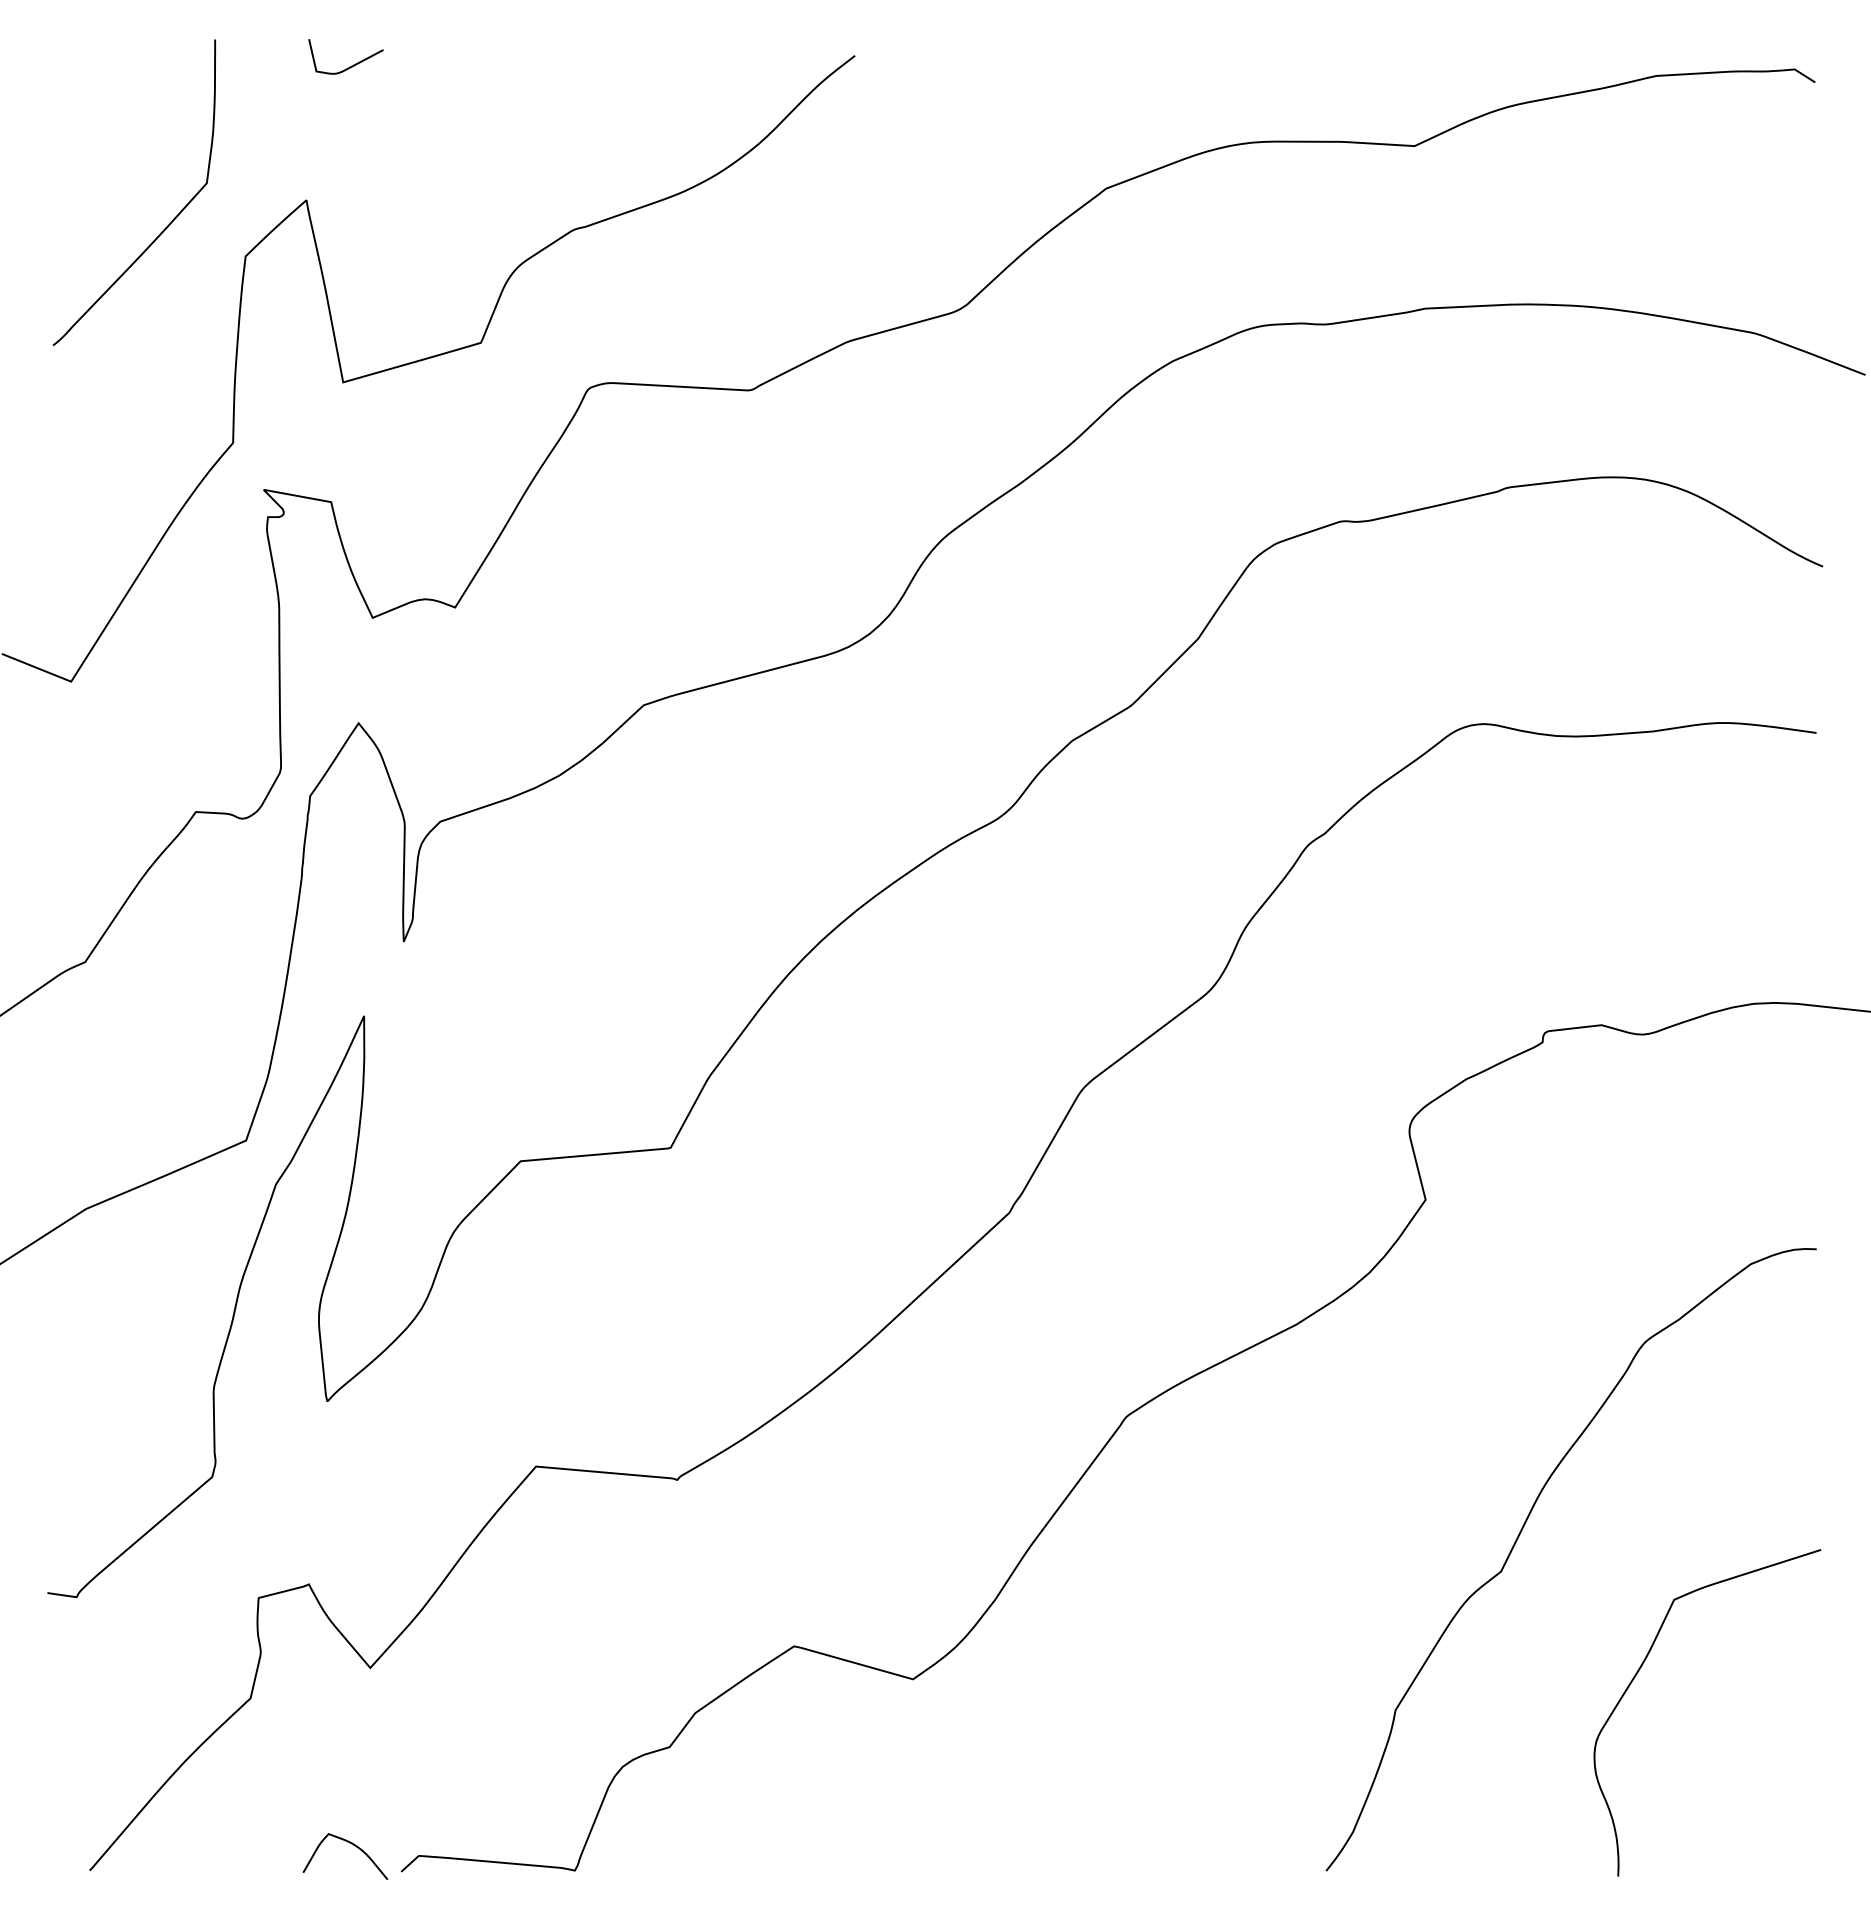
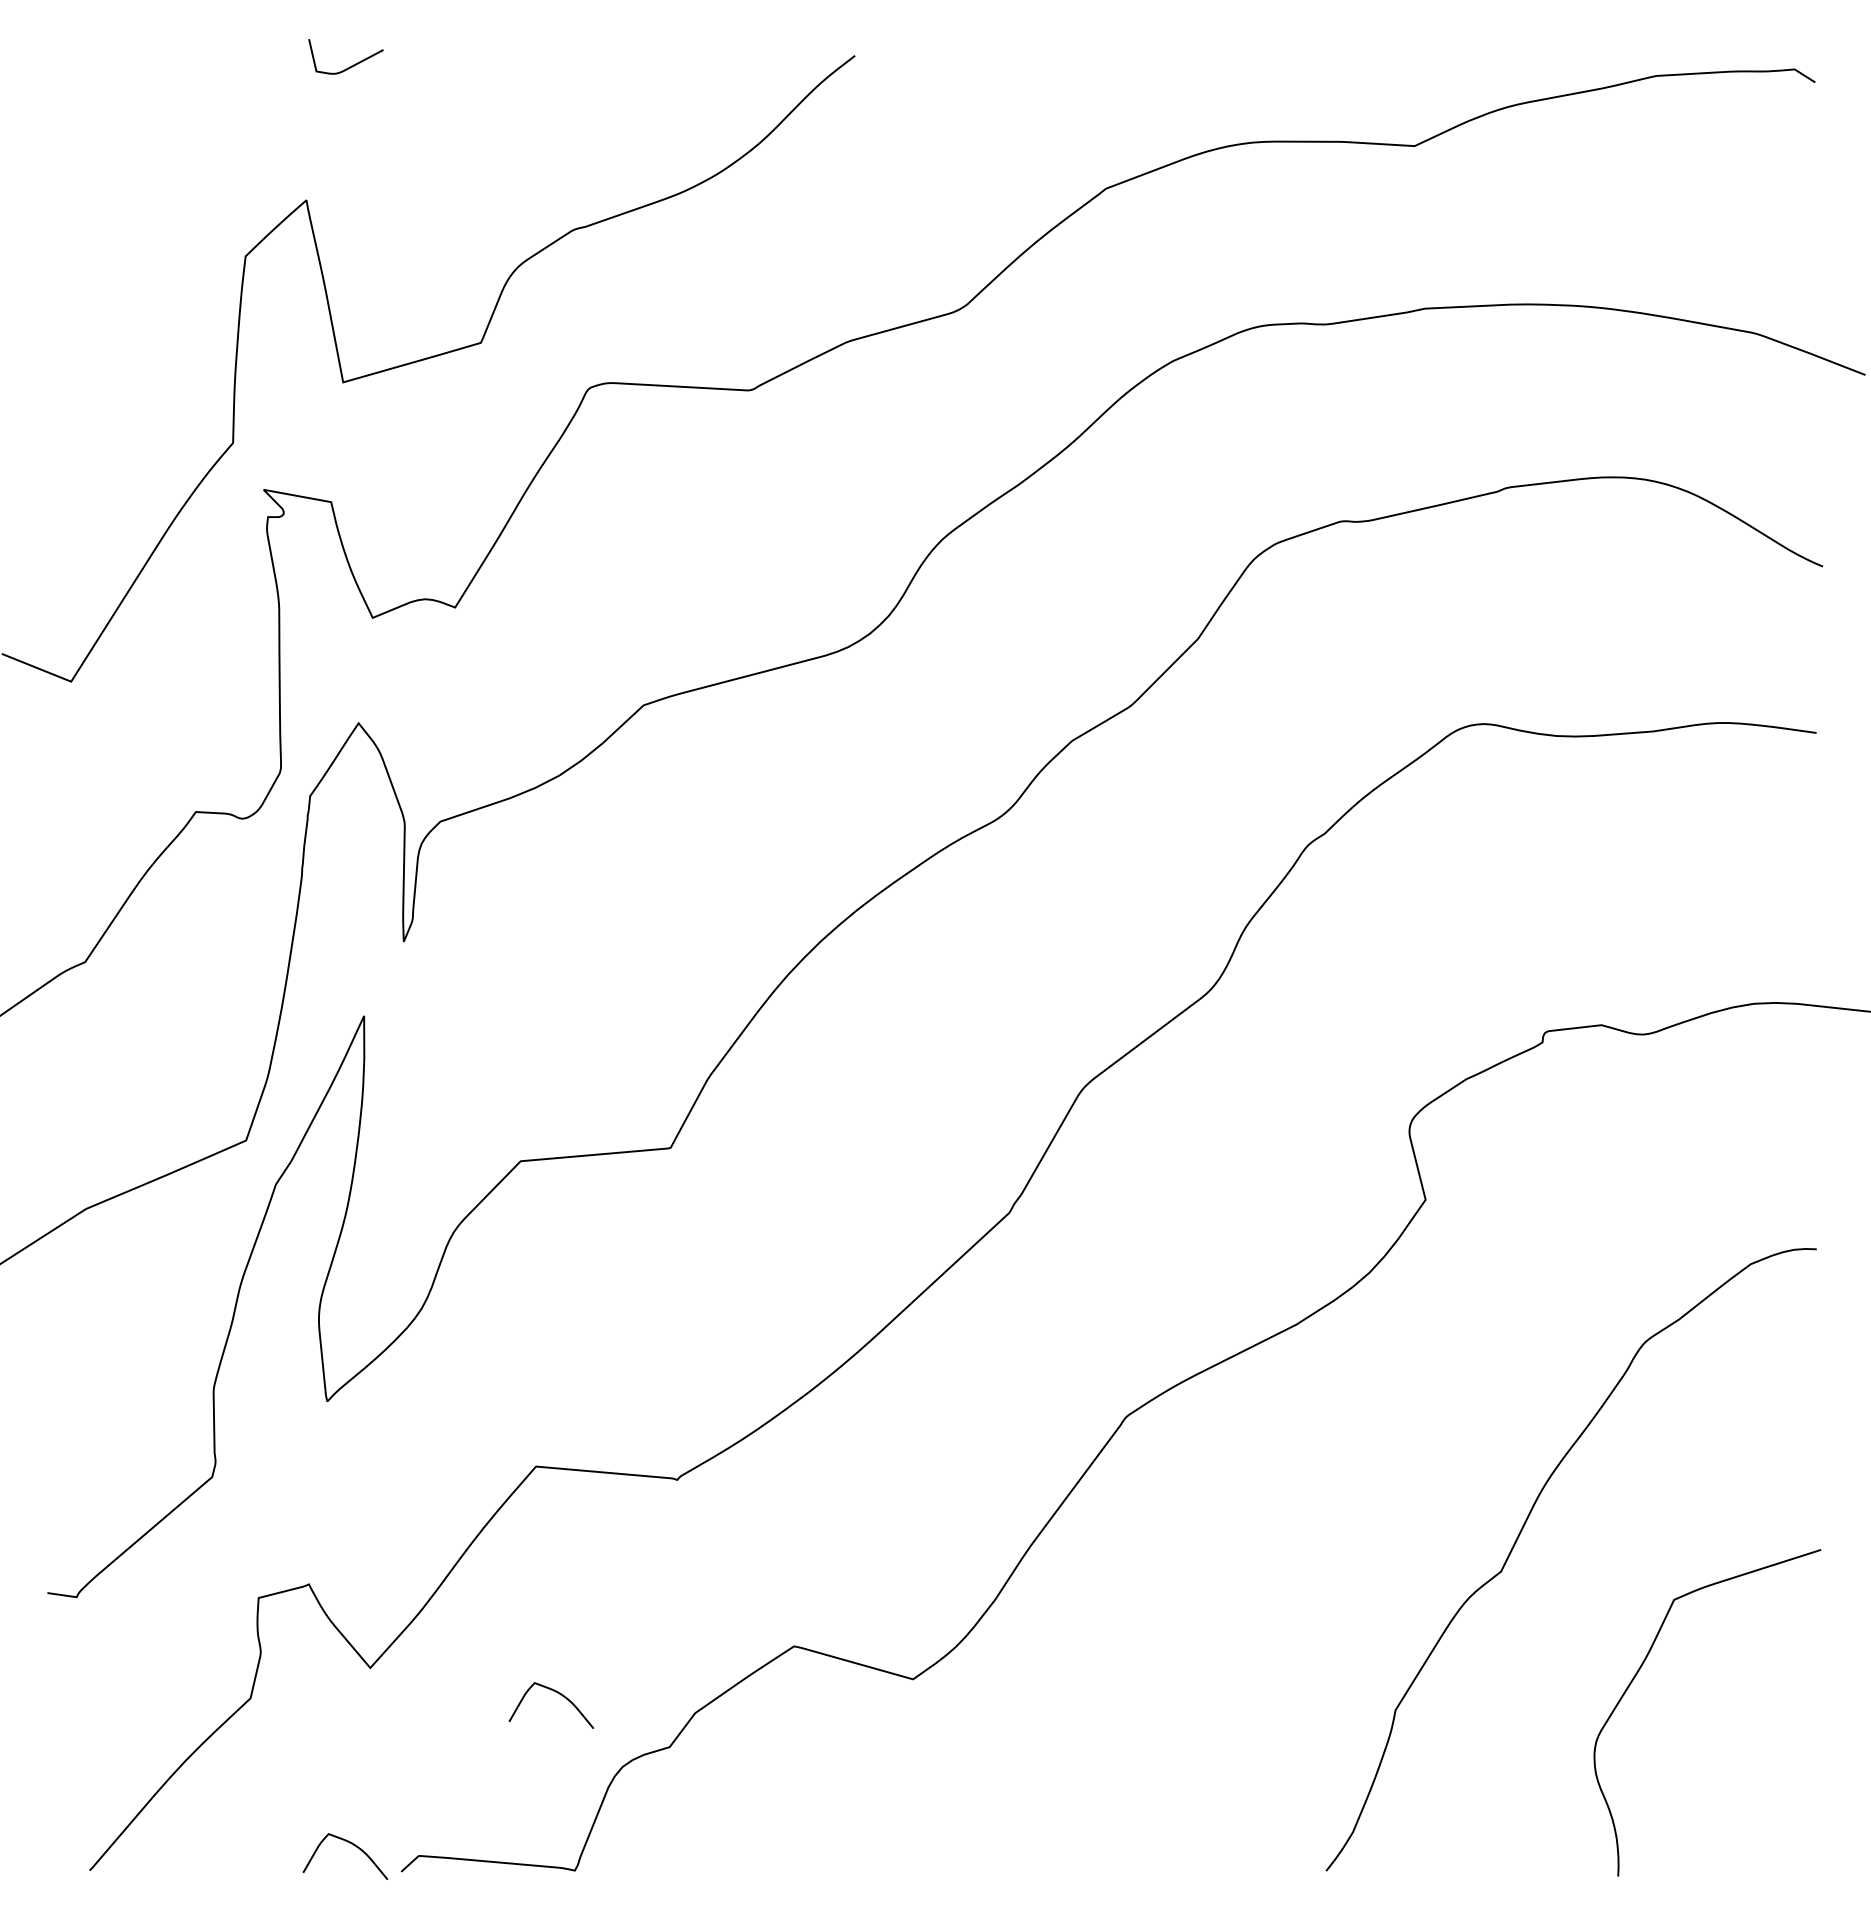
curve at (171, 220): present -> none
curve at (557, 1693): none -> present
